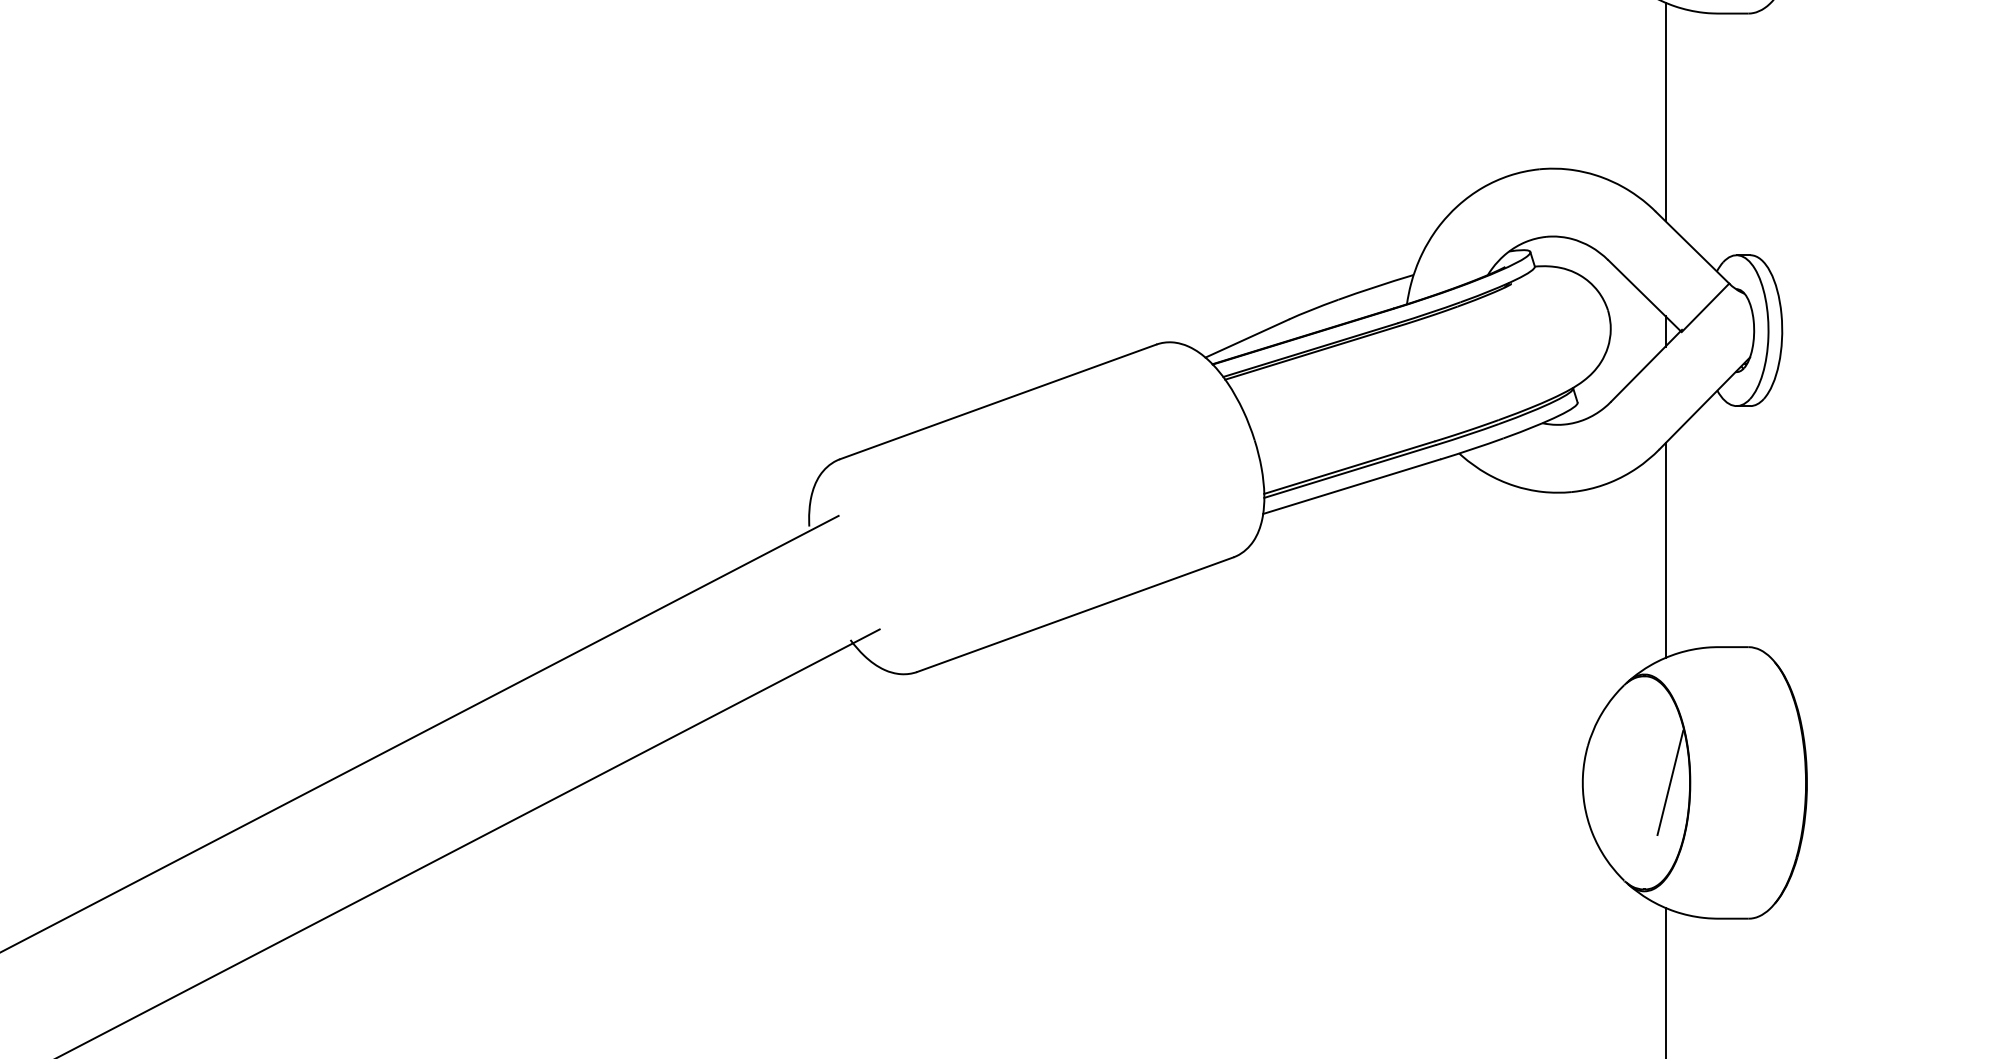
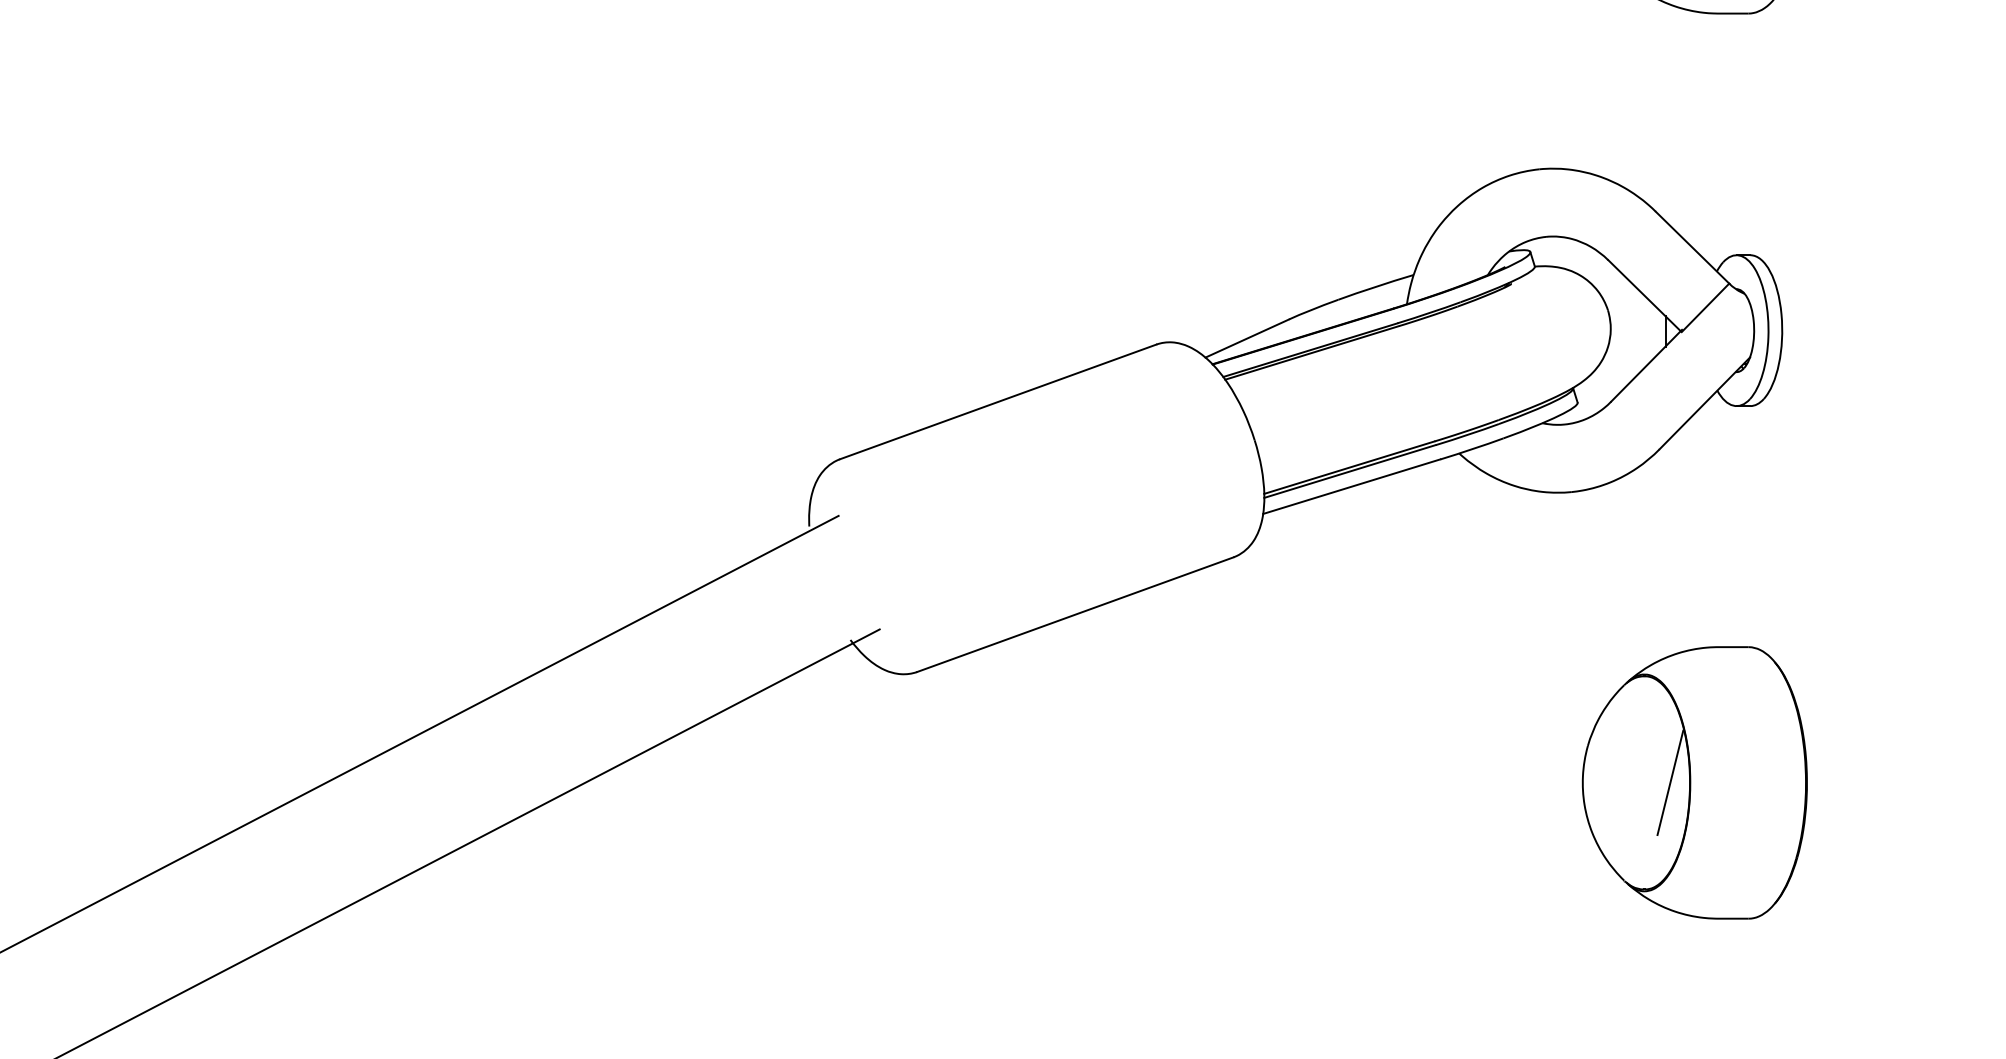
line at (1665, 111): present -> none
line at (1665, 550): present -> none
line at (1665, 981): present -> none
